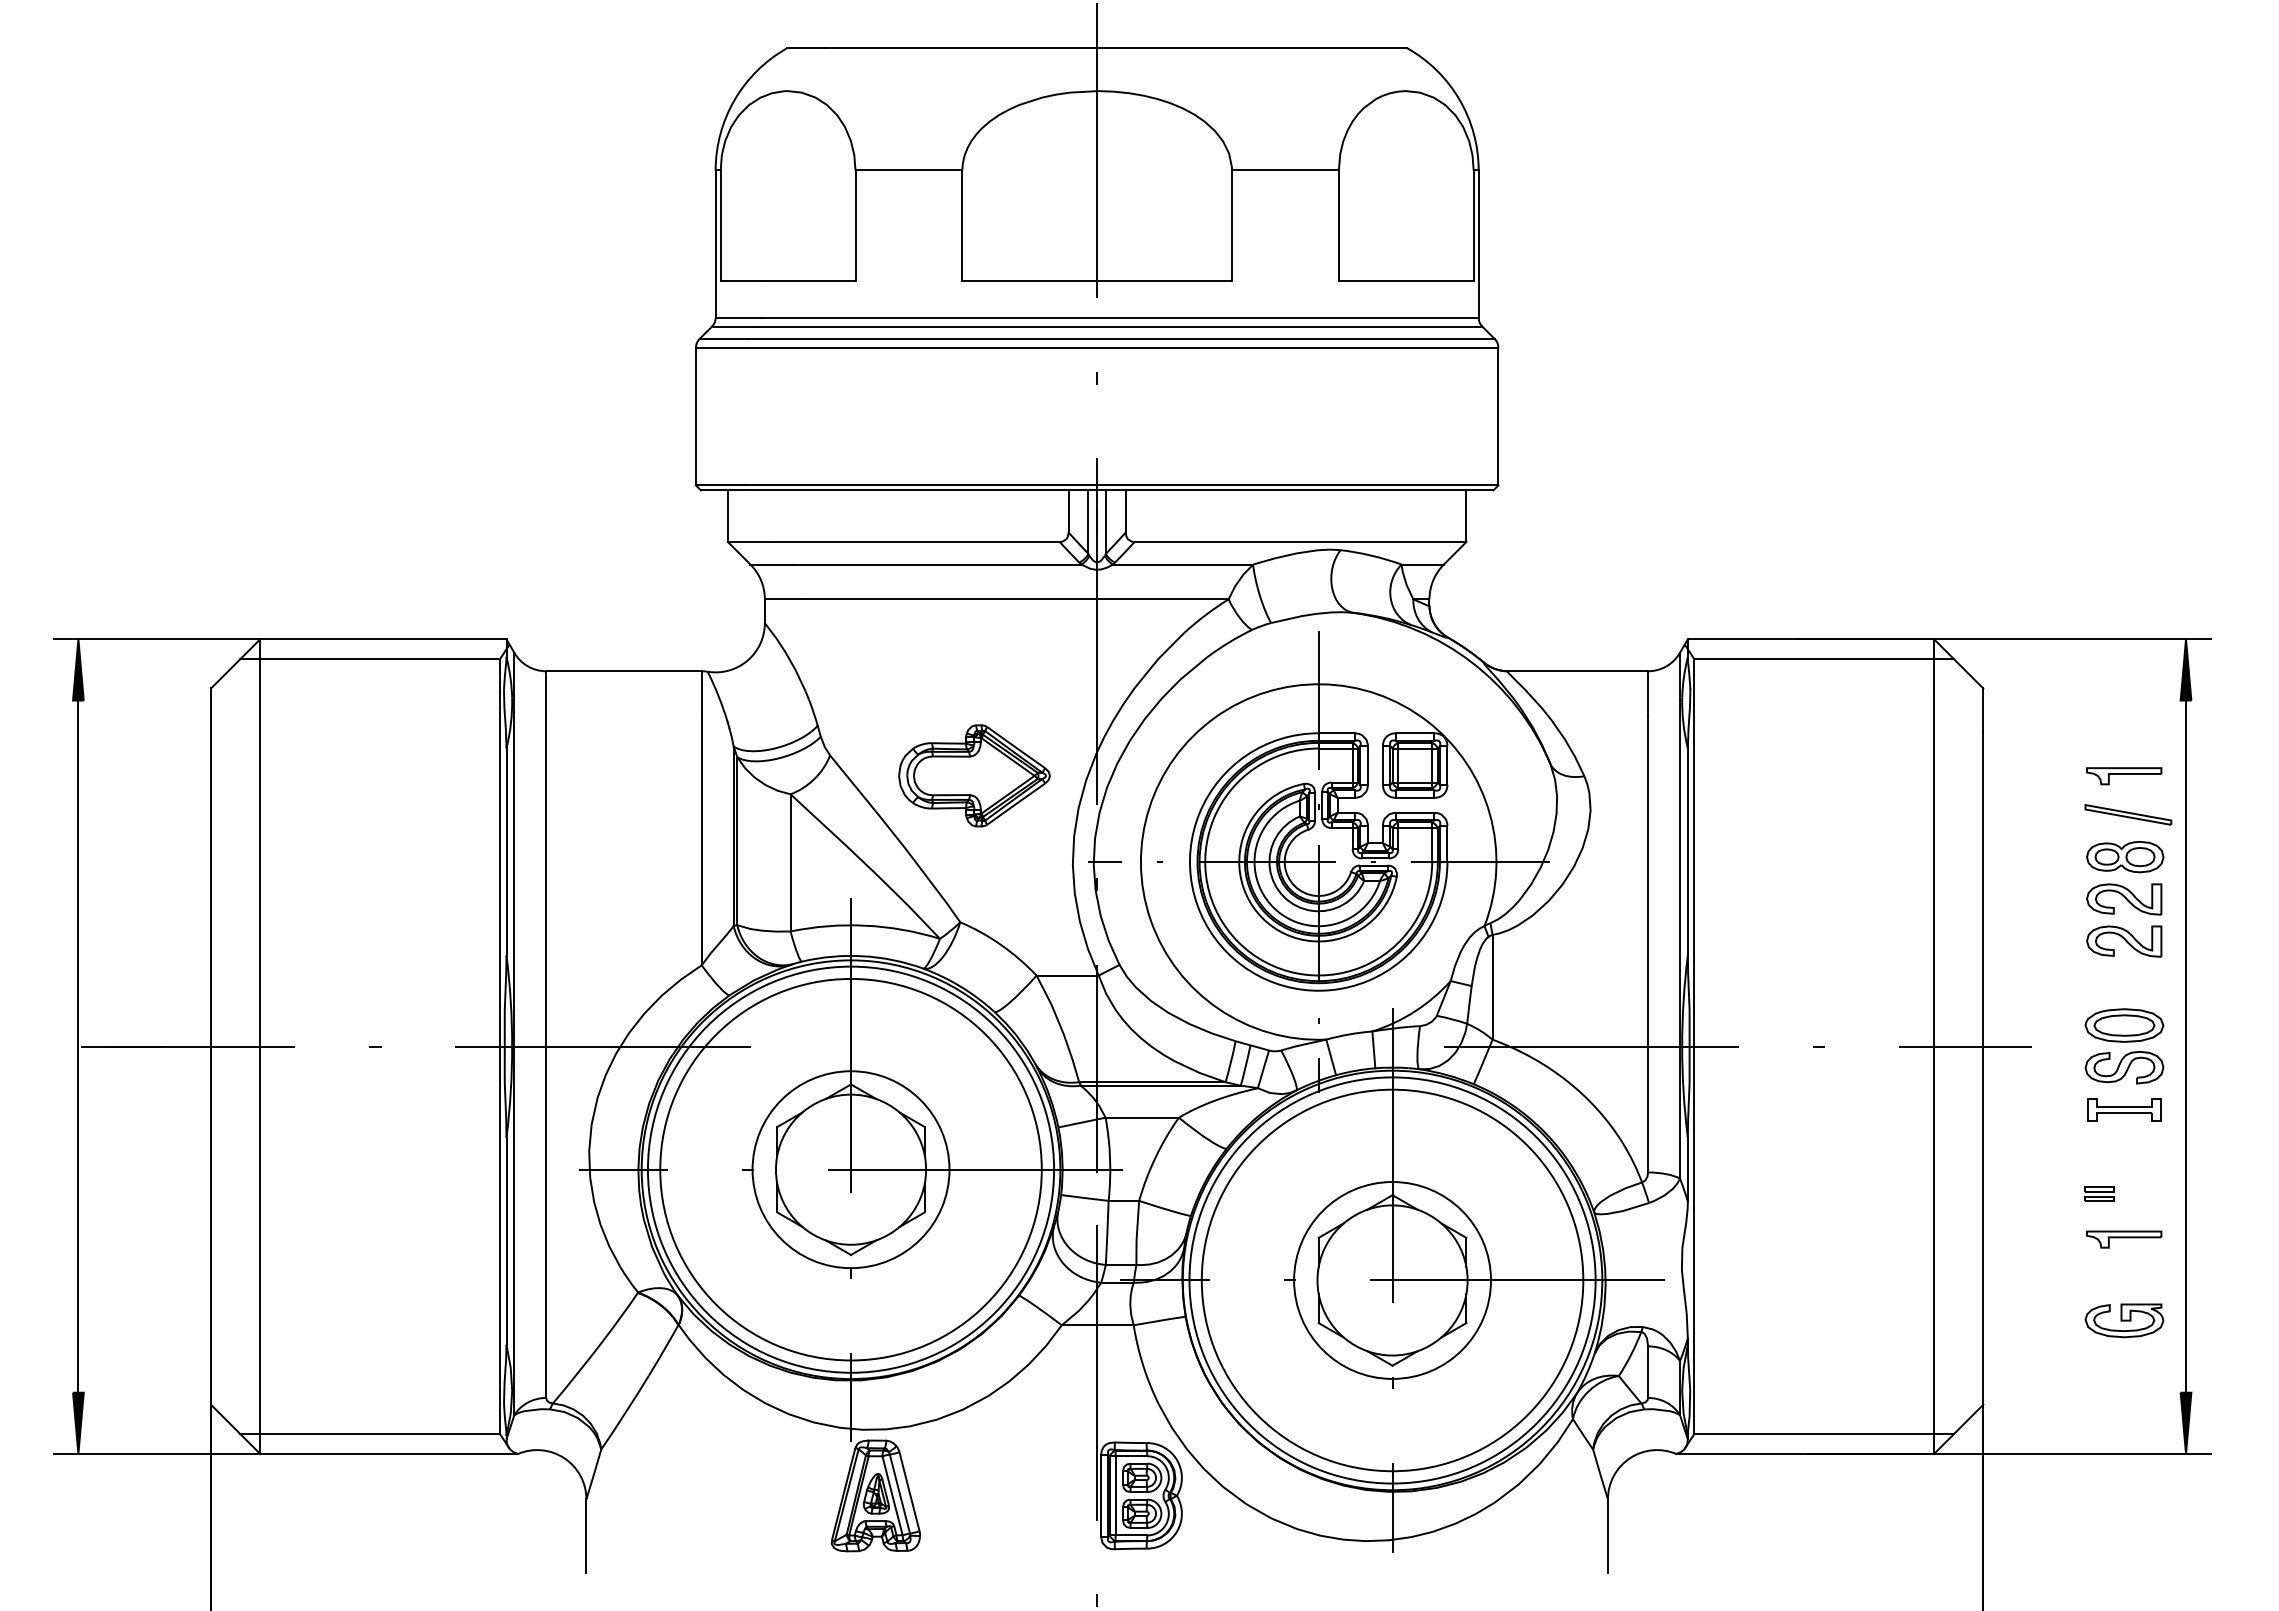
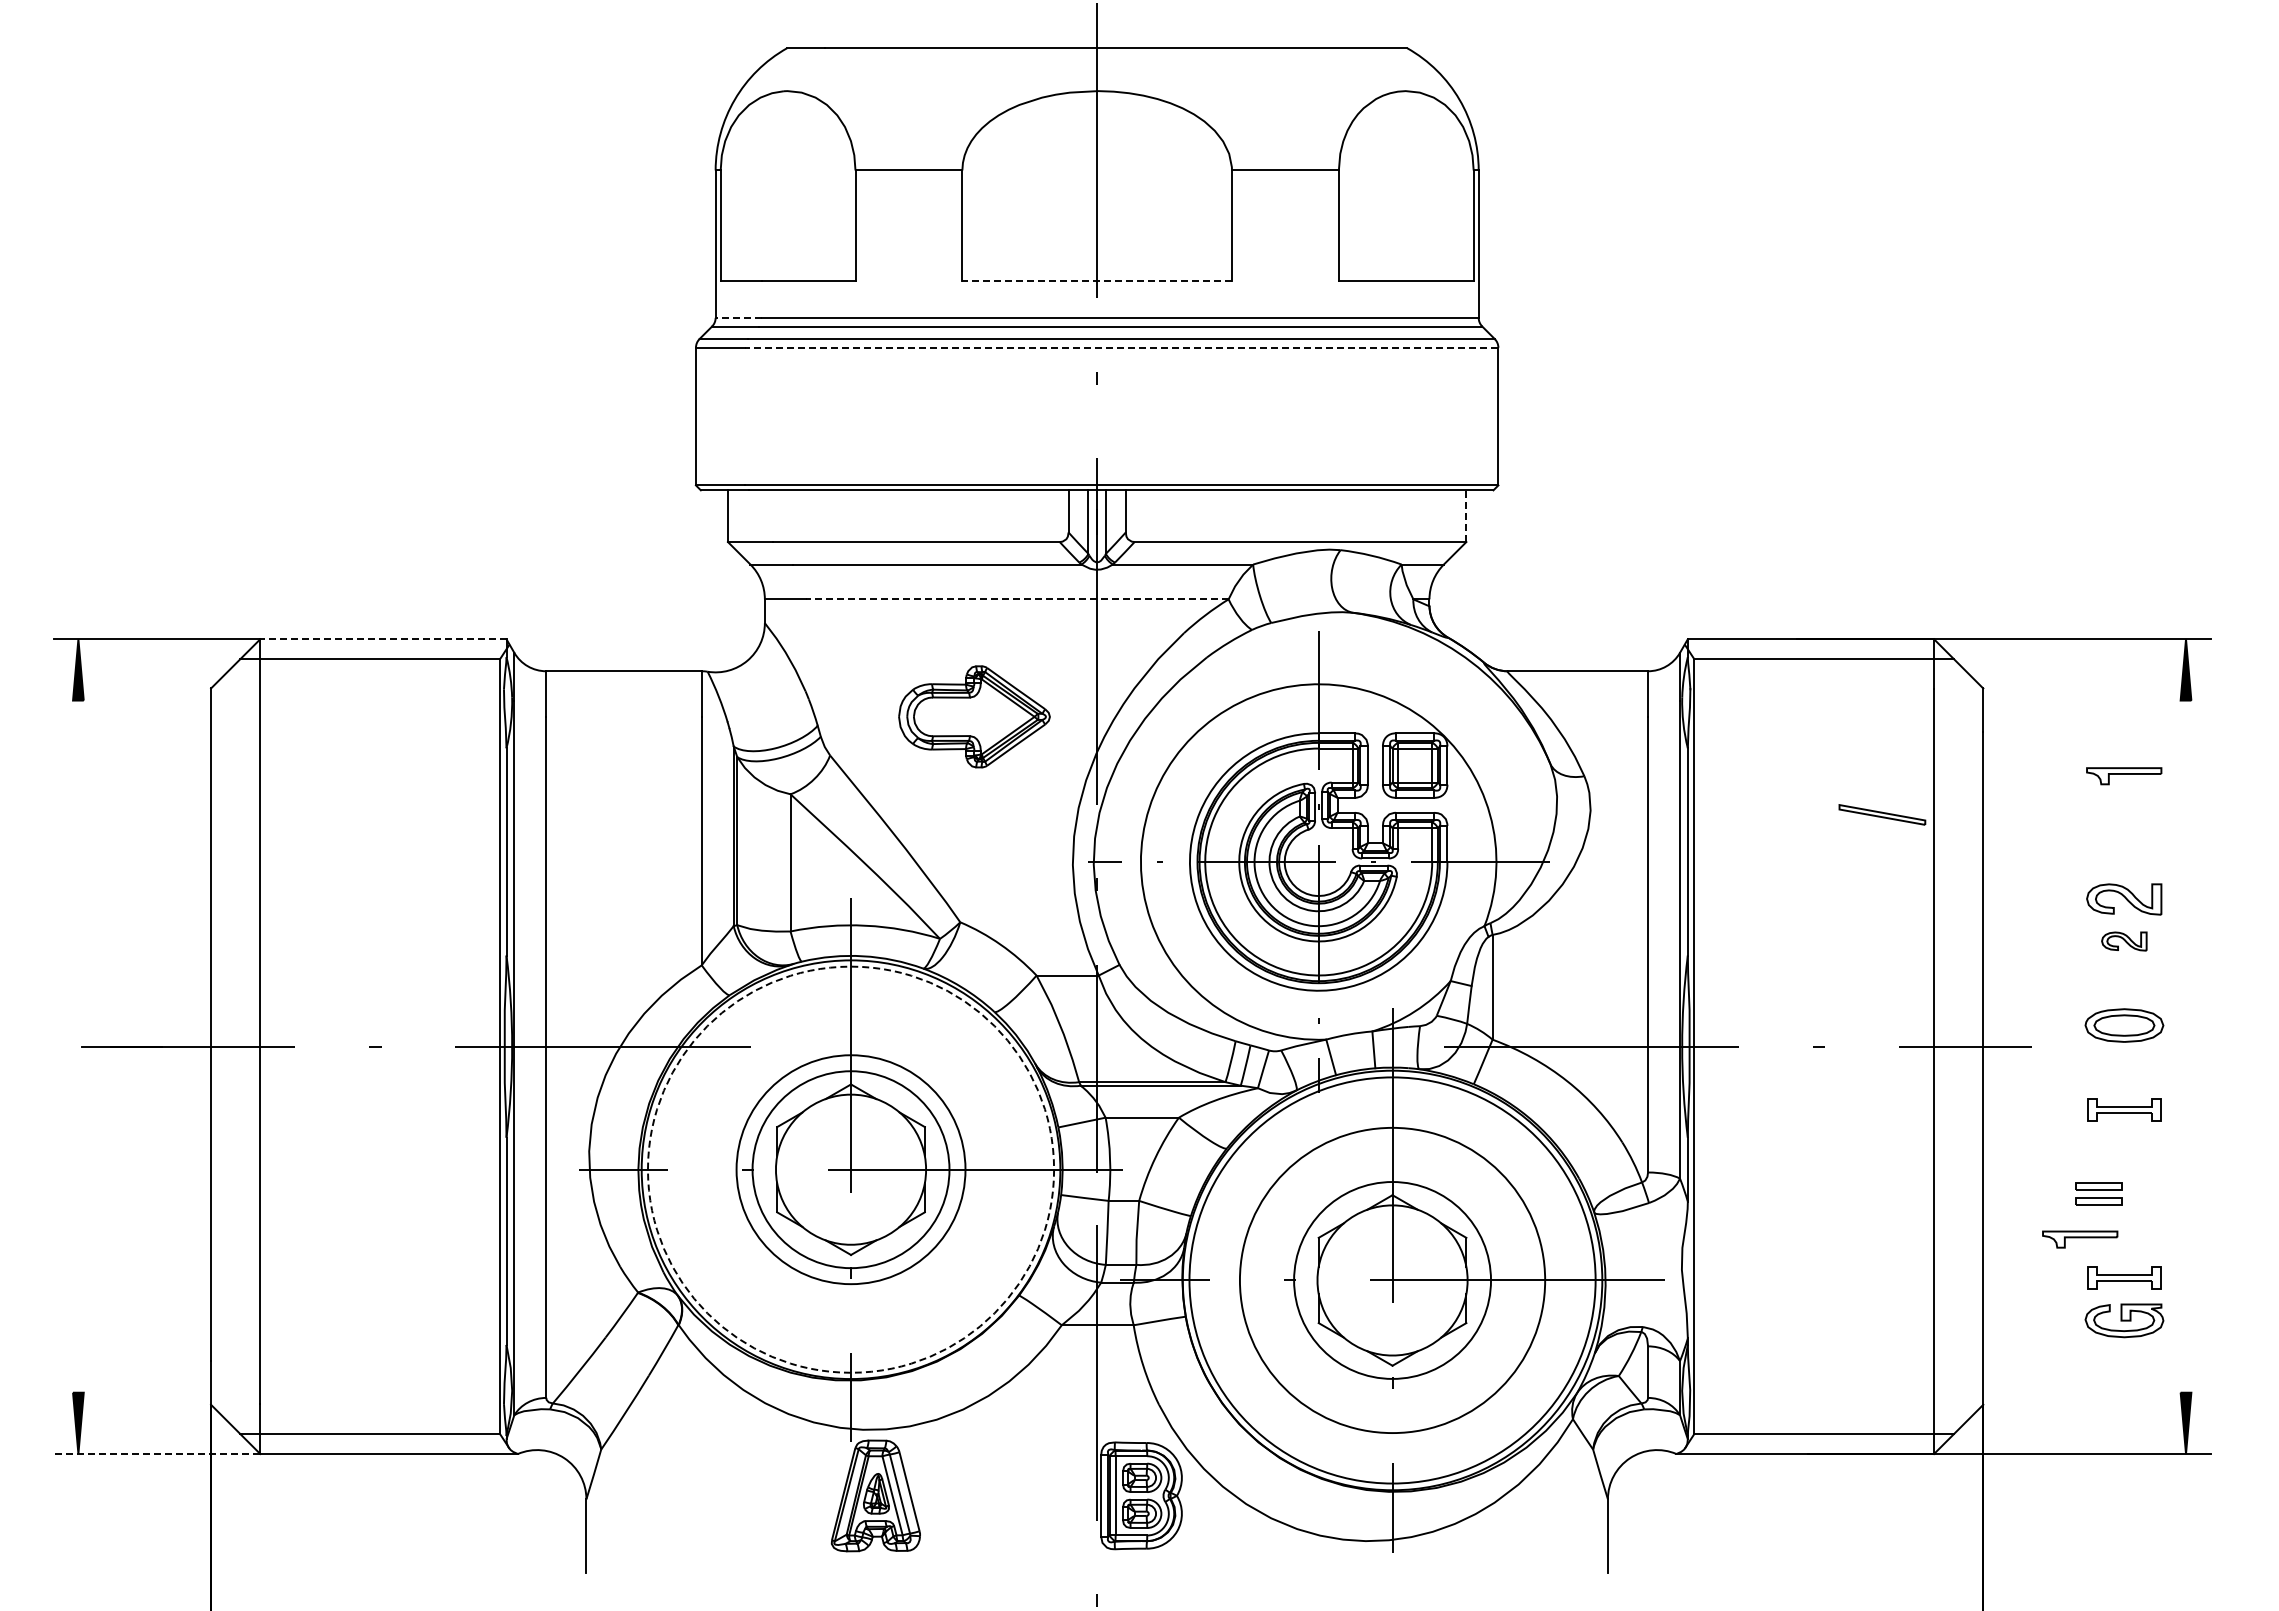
line at (1097, 281): solid -> dashed
line at (738, 317): solid -> dashed
line at (1121, 347): solid -> dashed
line at (1466, 516): solid -> dashed
line at (1017, 599): solid -> dashed
line at (382, 639): solid -> dashed
part at (974, 775) position: (974, 775) -> (974, 716)
part at (2128, 814) position: (2128, 814) -> (1882, 814)
part at (2125, 857): present -> none
part at (2124, 941) size: 77x33 px -> 47x21 px
line at (78, 1046): present -> none
line at (2186, 1046): present -> none
part at (2124, 1067): present -> none
circle at (850, 1169) diameter: 382 px -> 229 px
circle at (850, 1169): solid -> dashed
part at (2099, 1193) size: 31x16 px -> 48x24 px
part at (2124, 1239) position: (2124, 1239) -> (2080, 1239)
part at (2124, 1277): none -> present
circle at (1392, 1280) diameter: 382 px -> 305 px
line at (156, 1454): solid -> dashed
